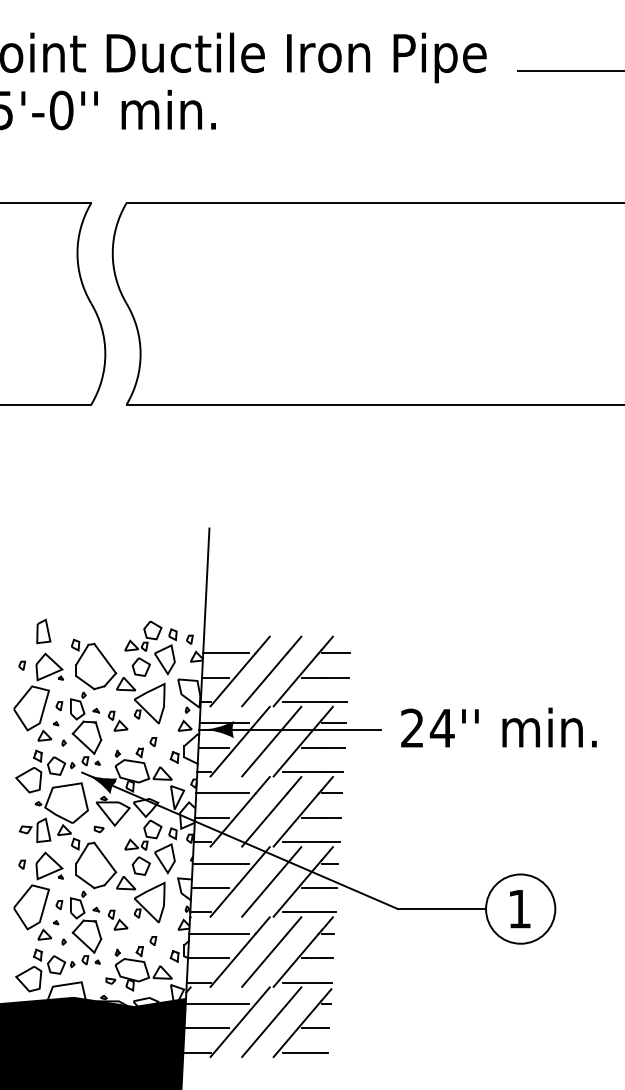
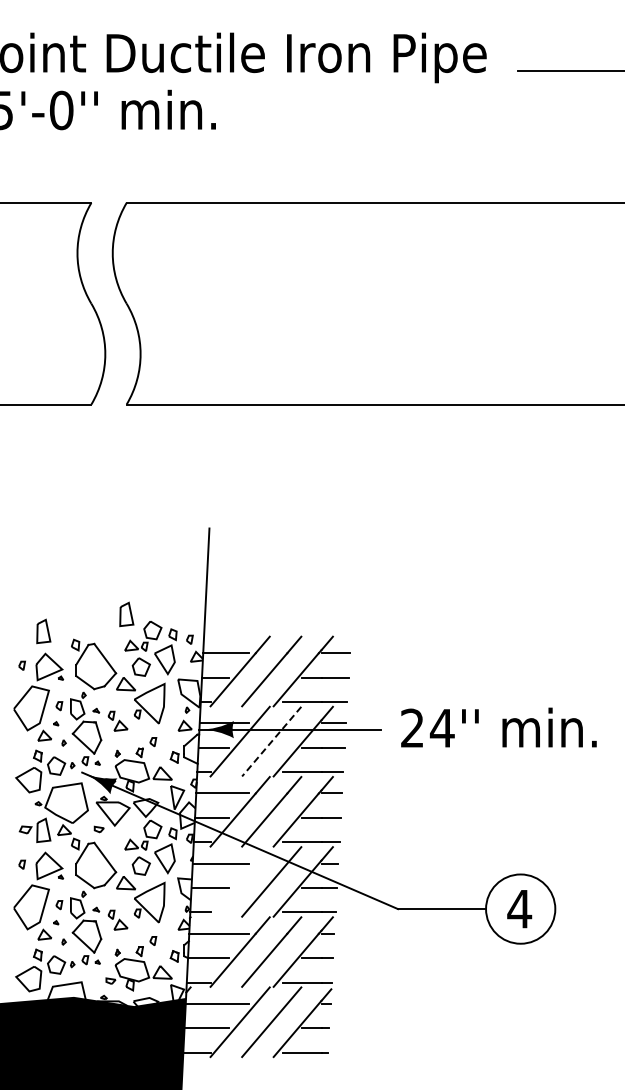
part at (126, 614): none -> present
line at (271, 741): solid -> dashed
line at (239, 881): present -> none
text at (519, 909): 1 -> 4
